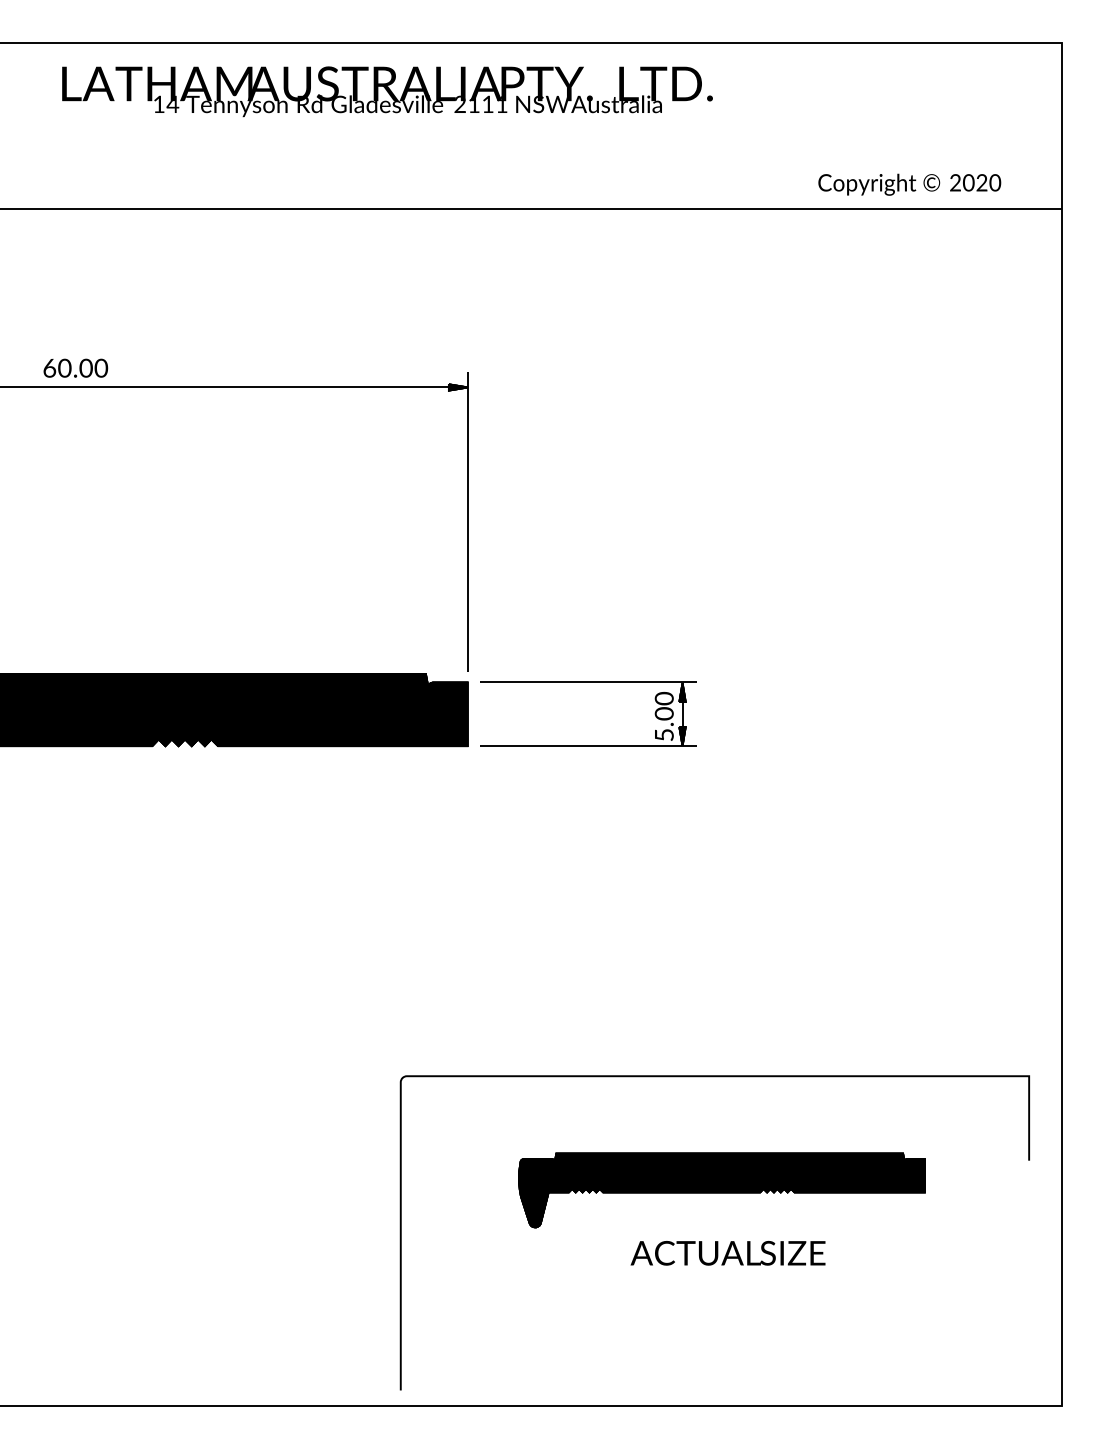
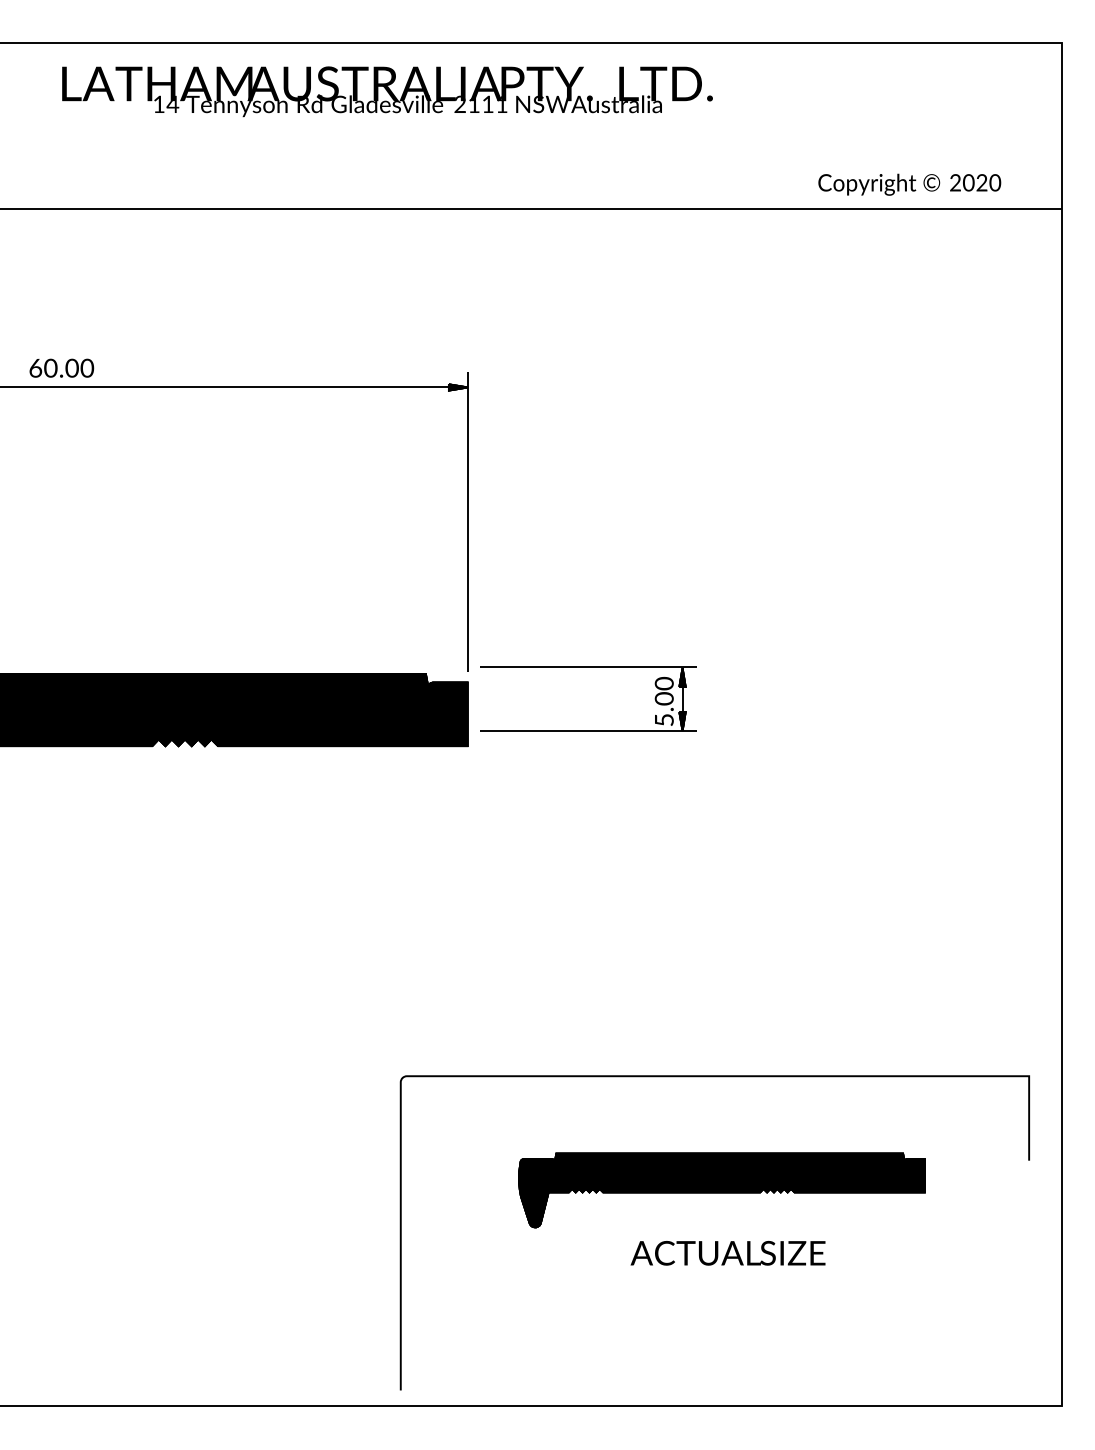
text at (75, 367) position: (75, 367) -> (61, 367)
part at (588, 682) position: (588, 682) -> (588, 667)
